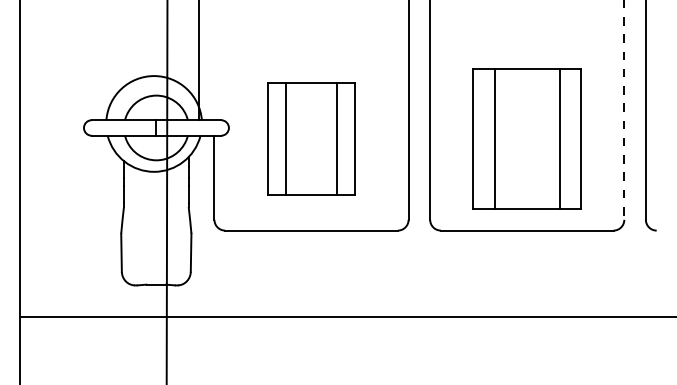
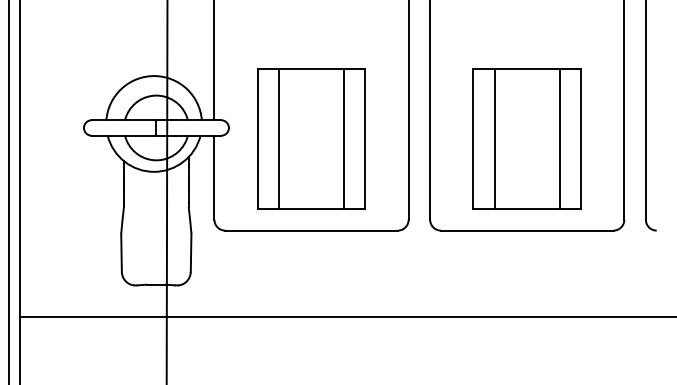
line at (199, 61) position: (199, 61) -> (214, 61)
line at (624, 110): dashed -> solid
part at (311, 138) size: 89x114 px -> 109x142 px
line at (9, 191): none -> present
